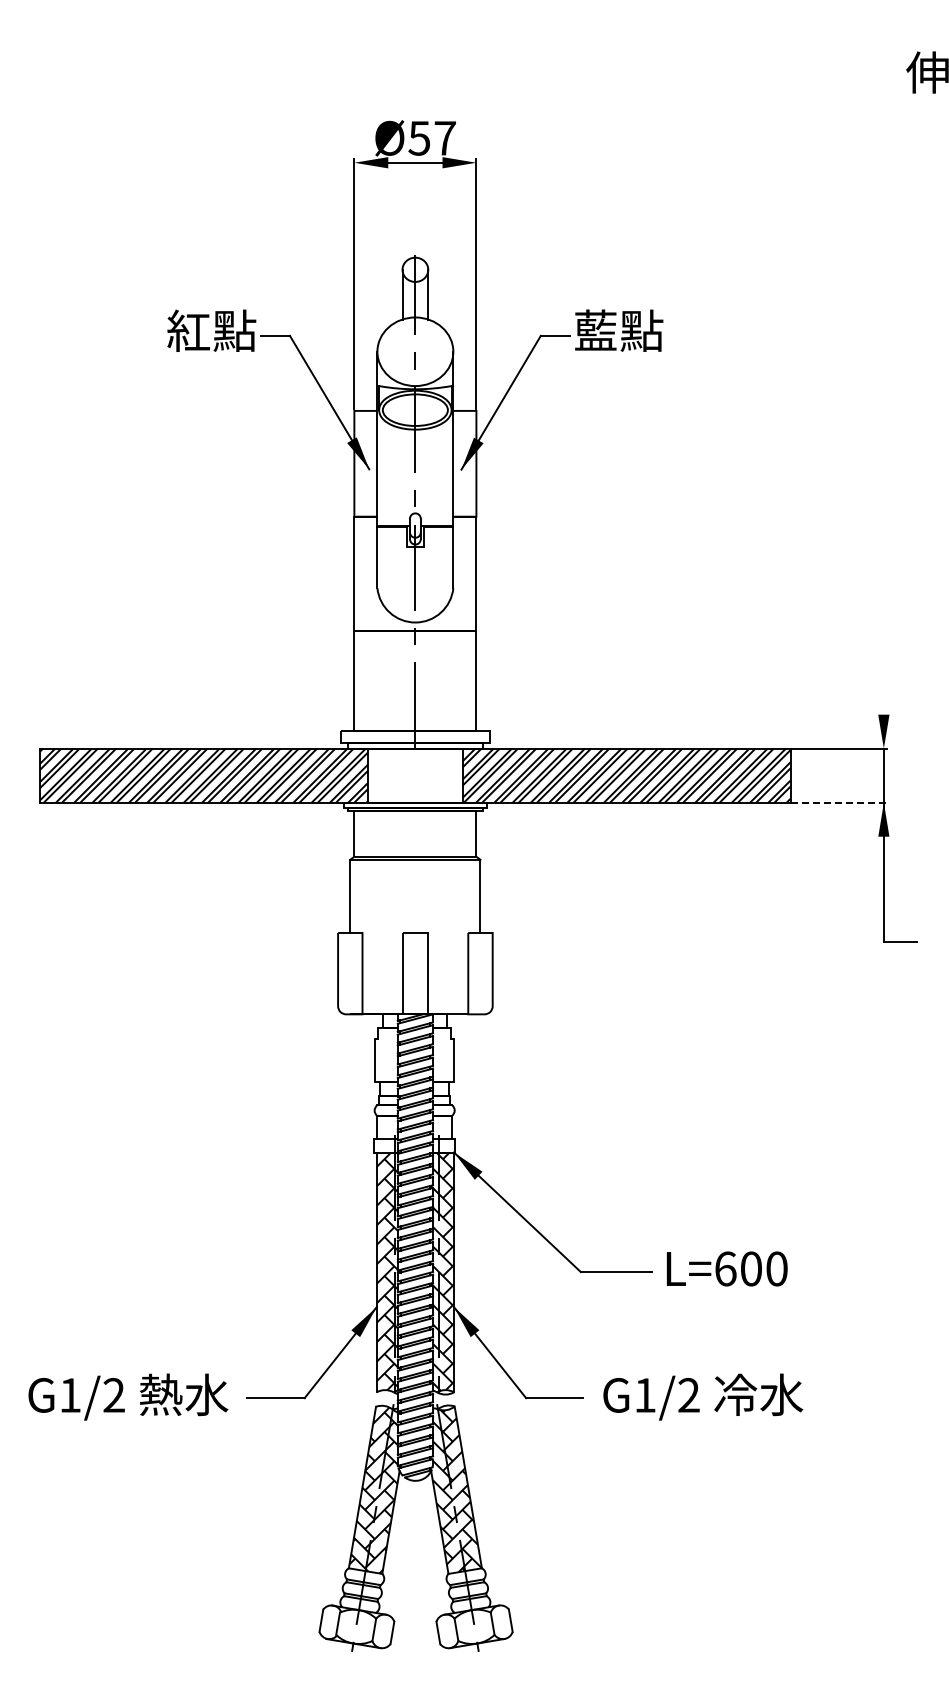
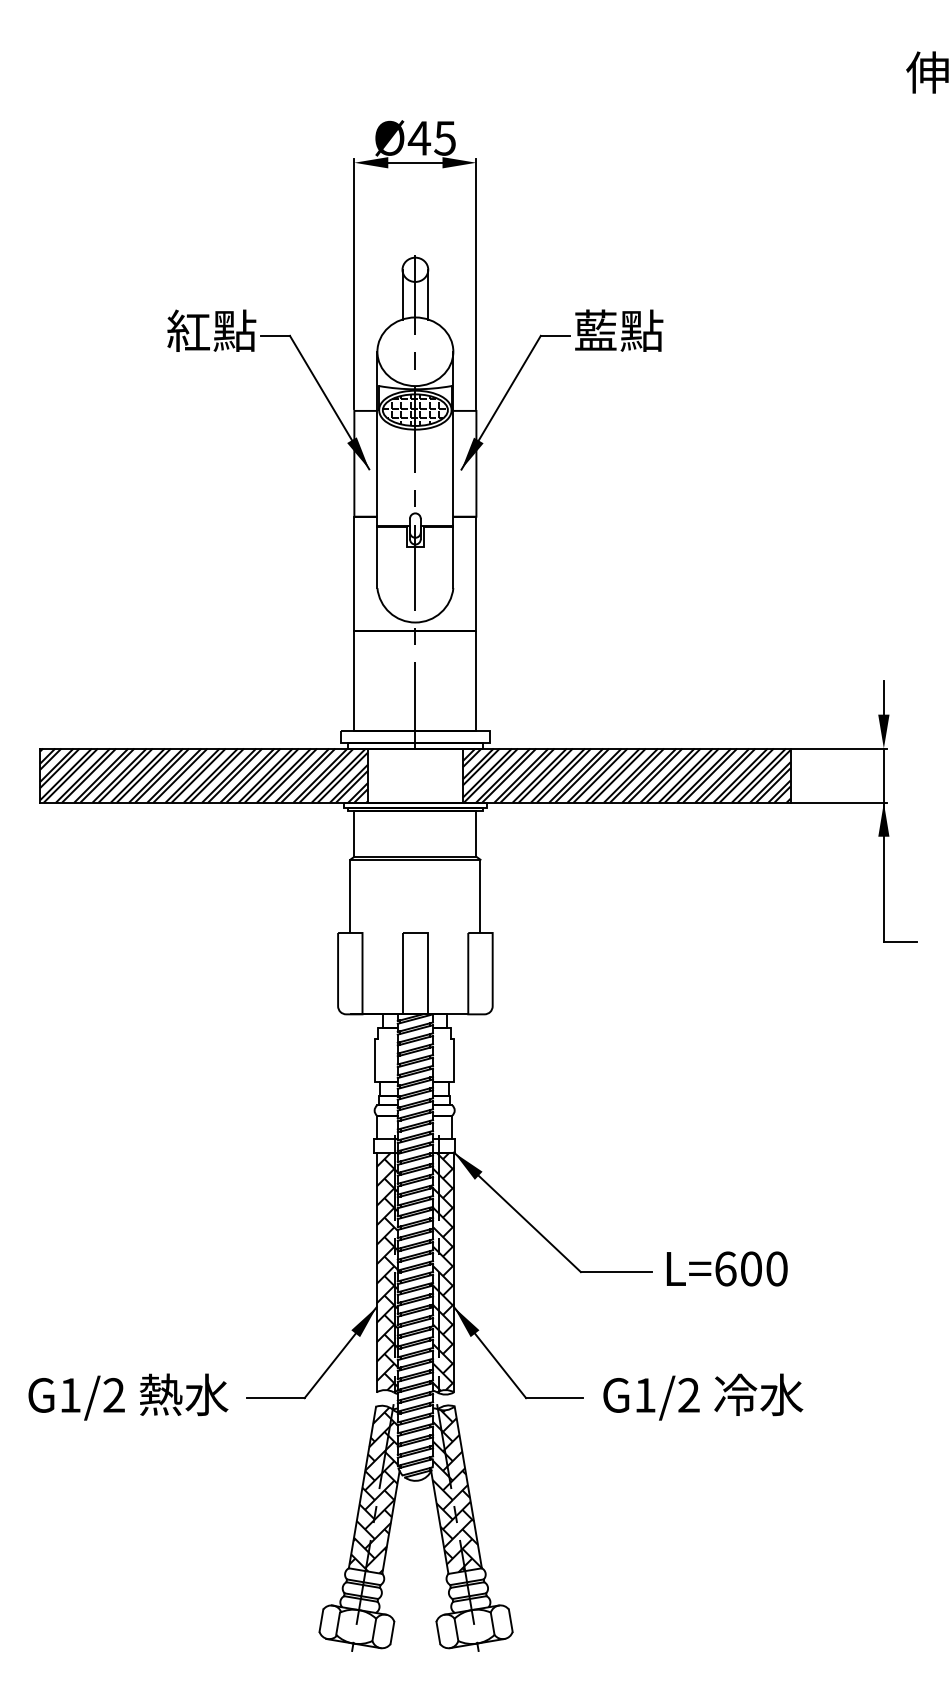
text at (431, 138): Ø57 -> Ø45
hatch at (413, 409): none -> present
line at (883, 697): none -> present
line at (839, 802): dashed -> solid
